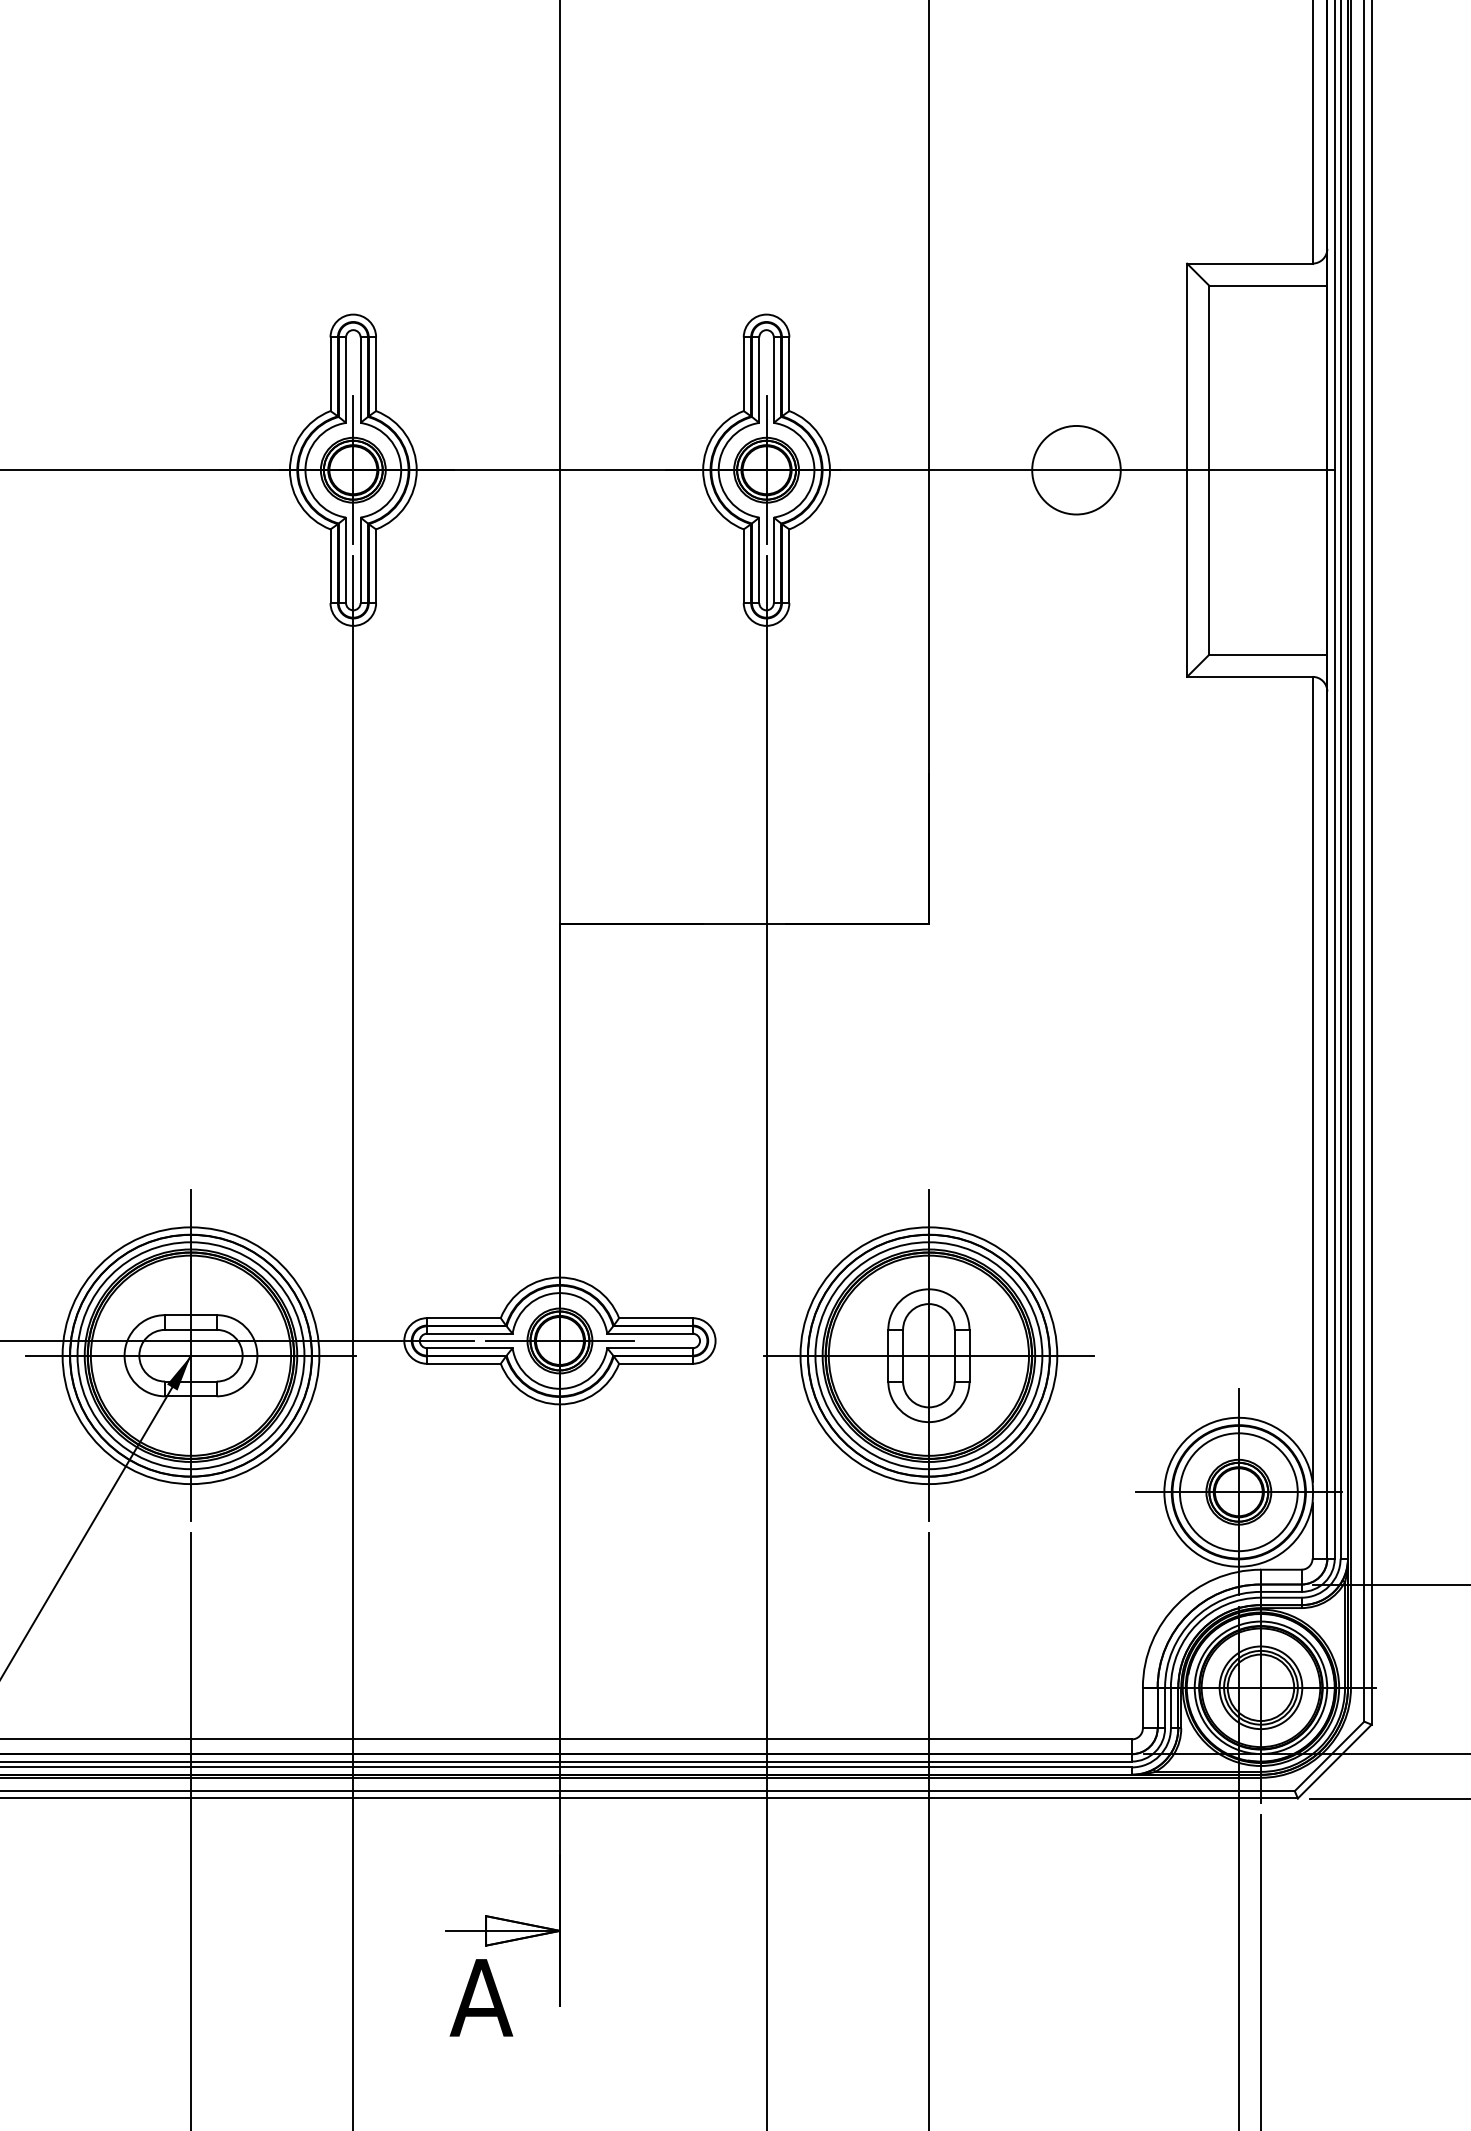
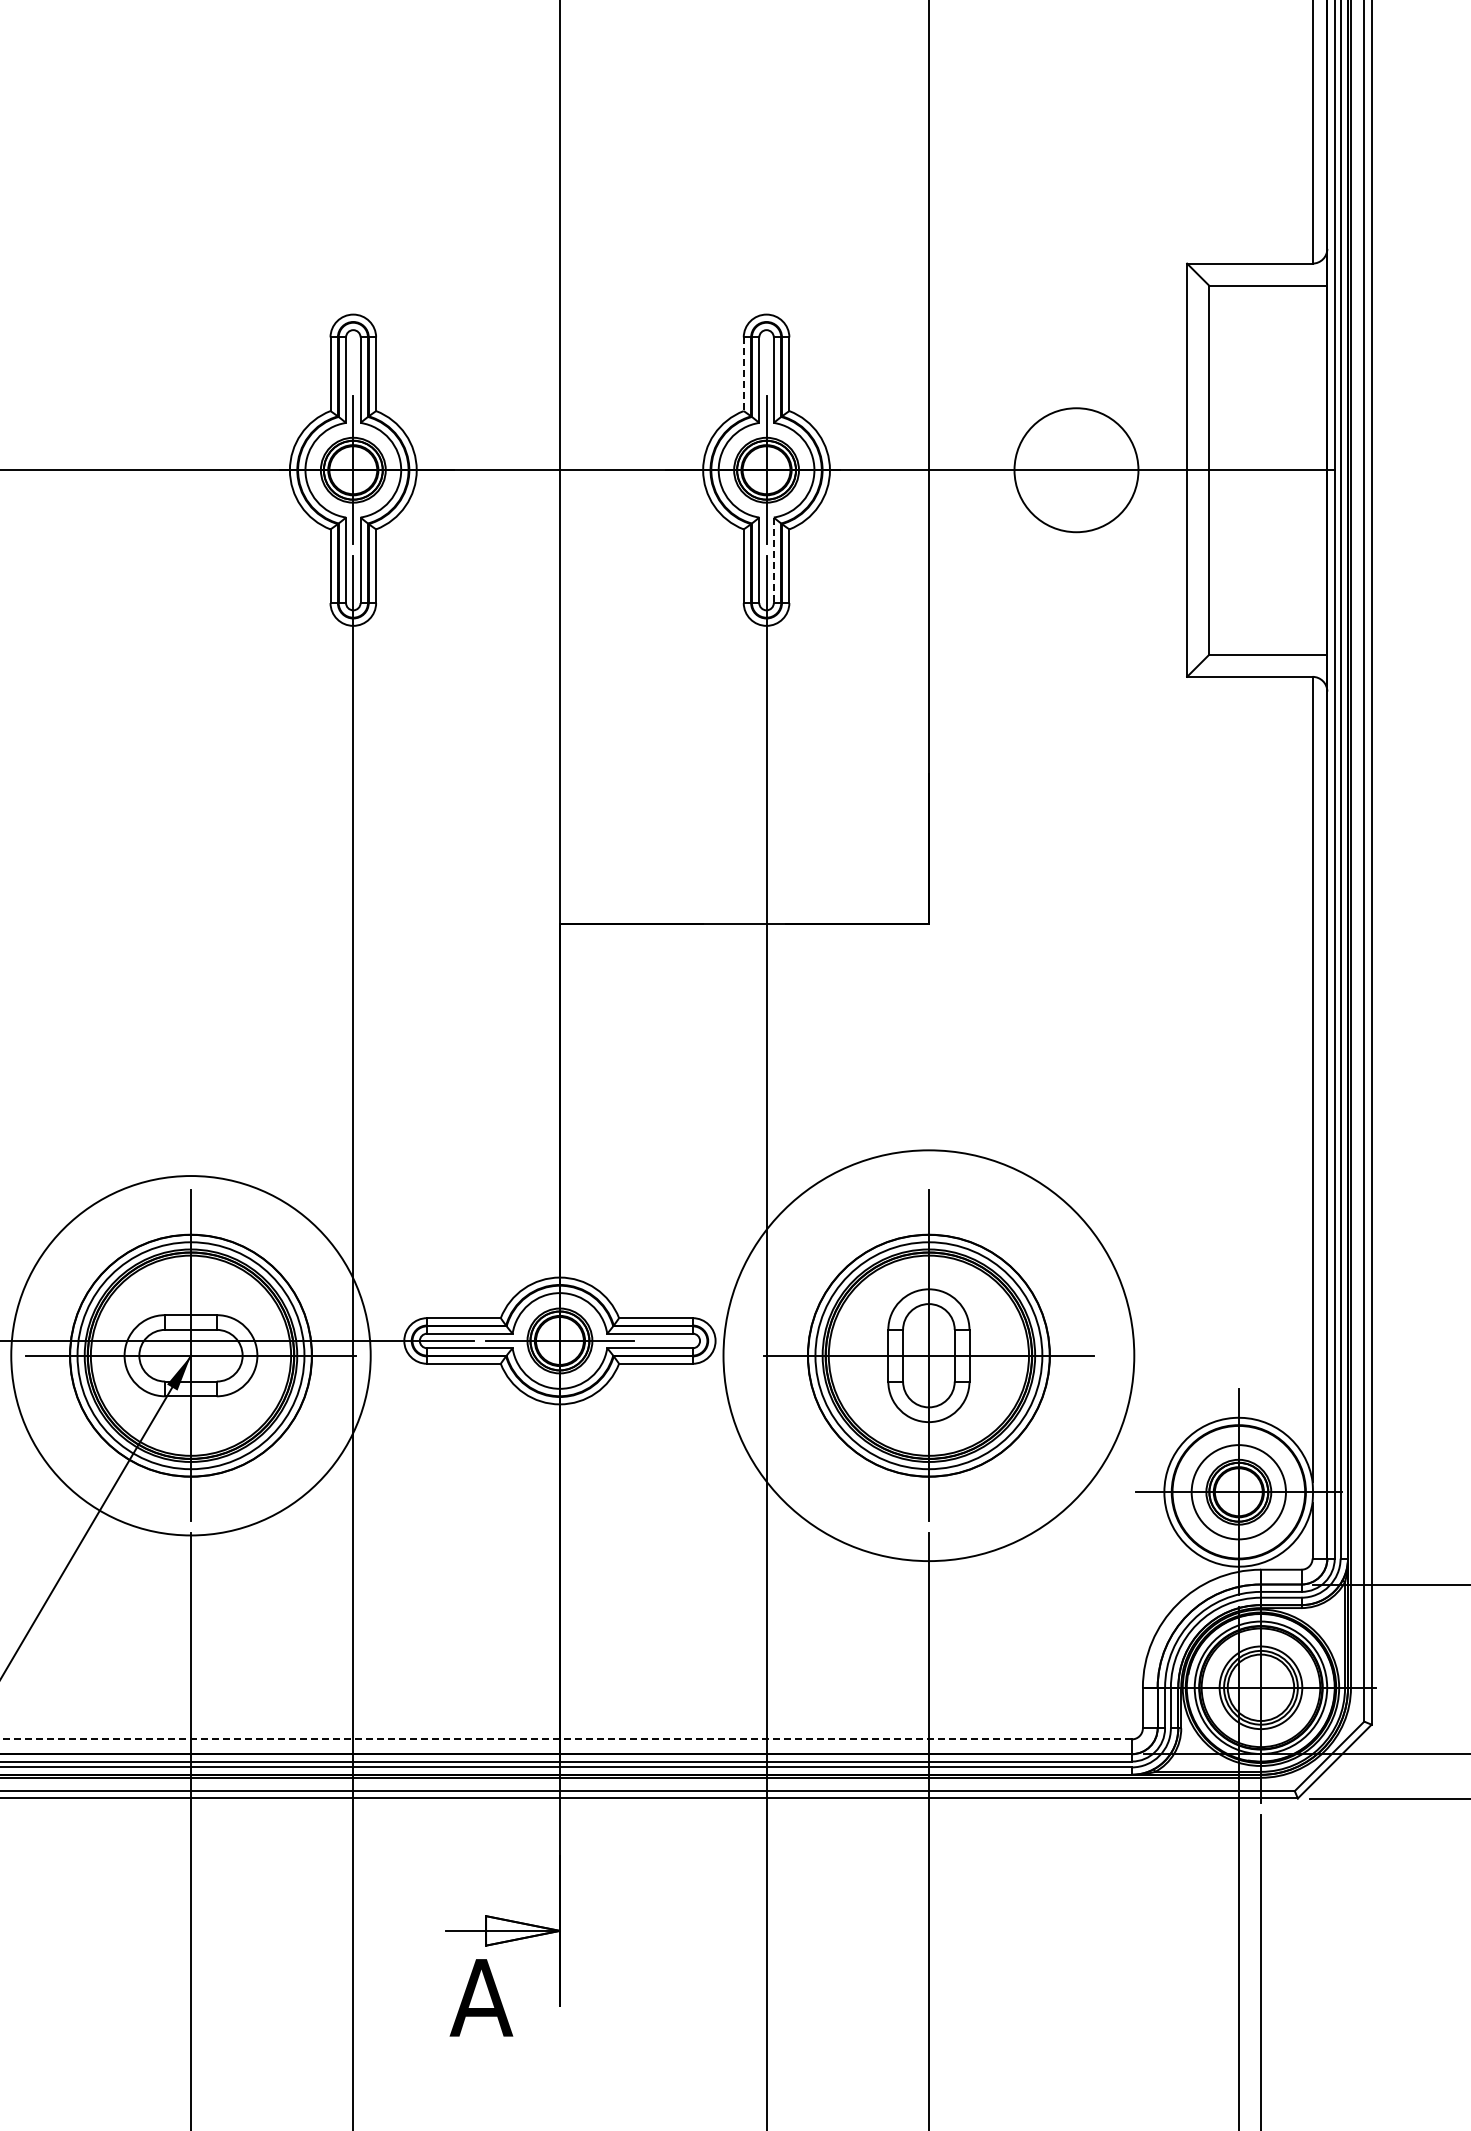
line at (743, 374): solid -> dashed
circle at (1076, 469) diameter: 89 px -> 124 px
line at (773, 560): solid -> dashed
circle at (190, 1355) diameter: 257 px -> 359 px
circle at (928, 1355) diameter: 257 px -> 411 px
circle at (1238, 1492) diameter: 118 px -> 94 px
line at (565, 1739): solid -> dashed
